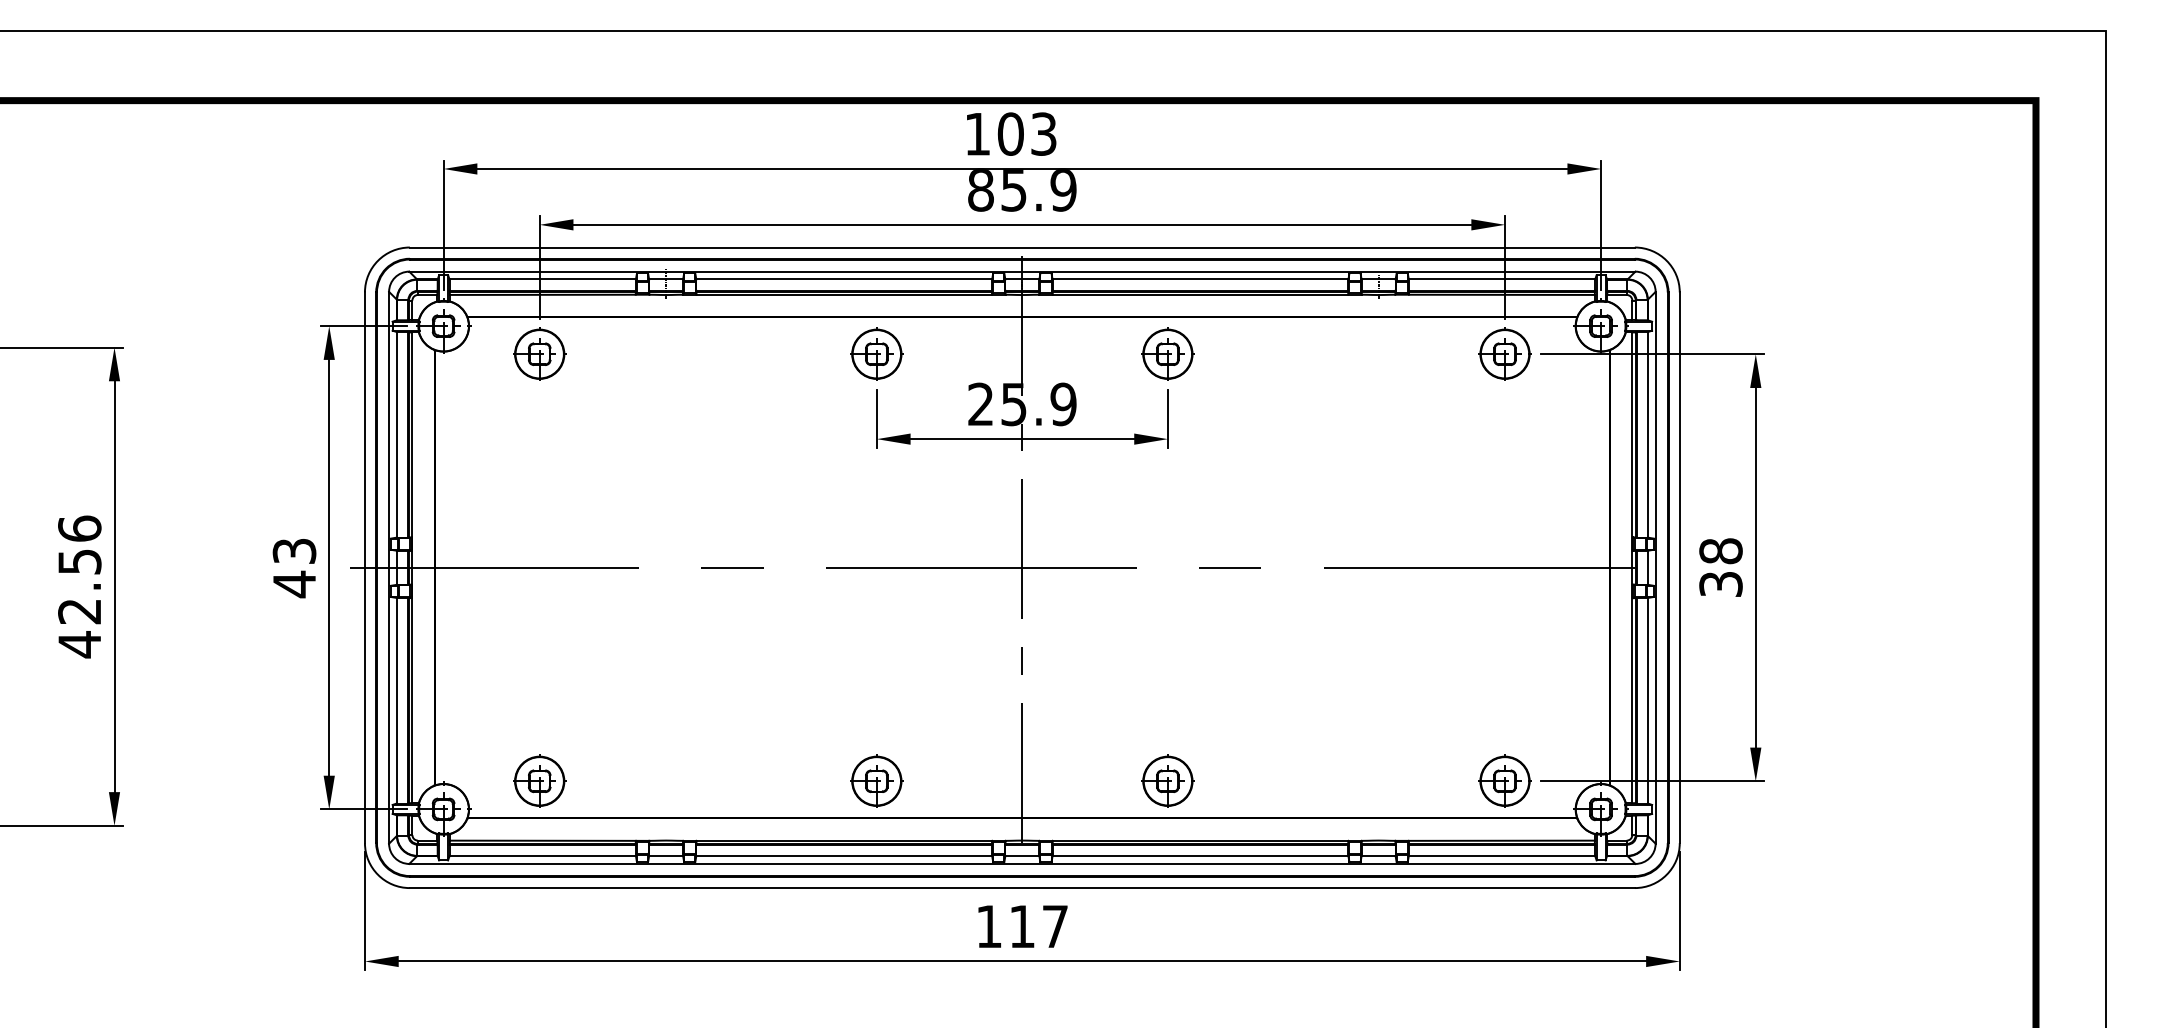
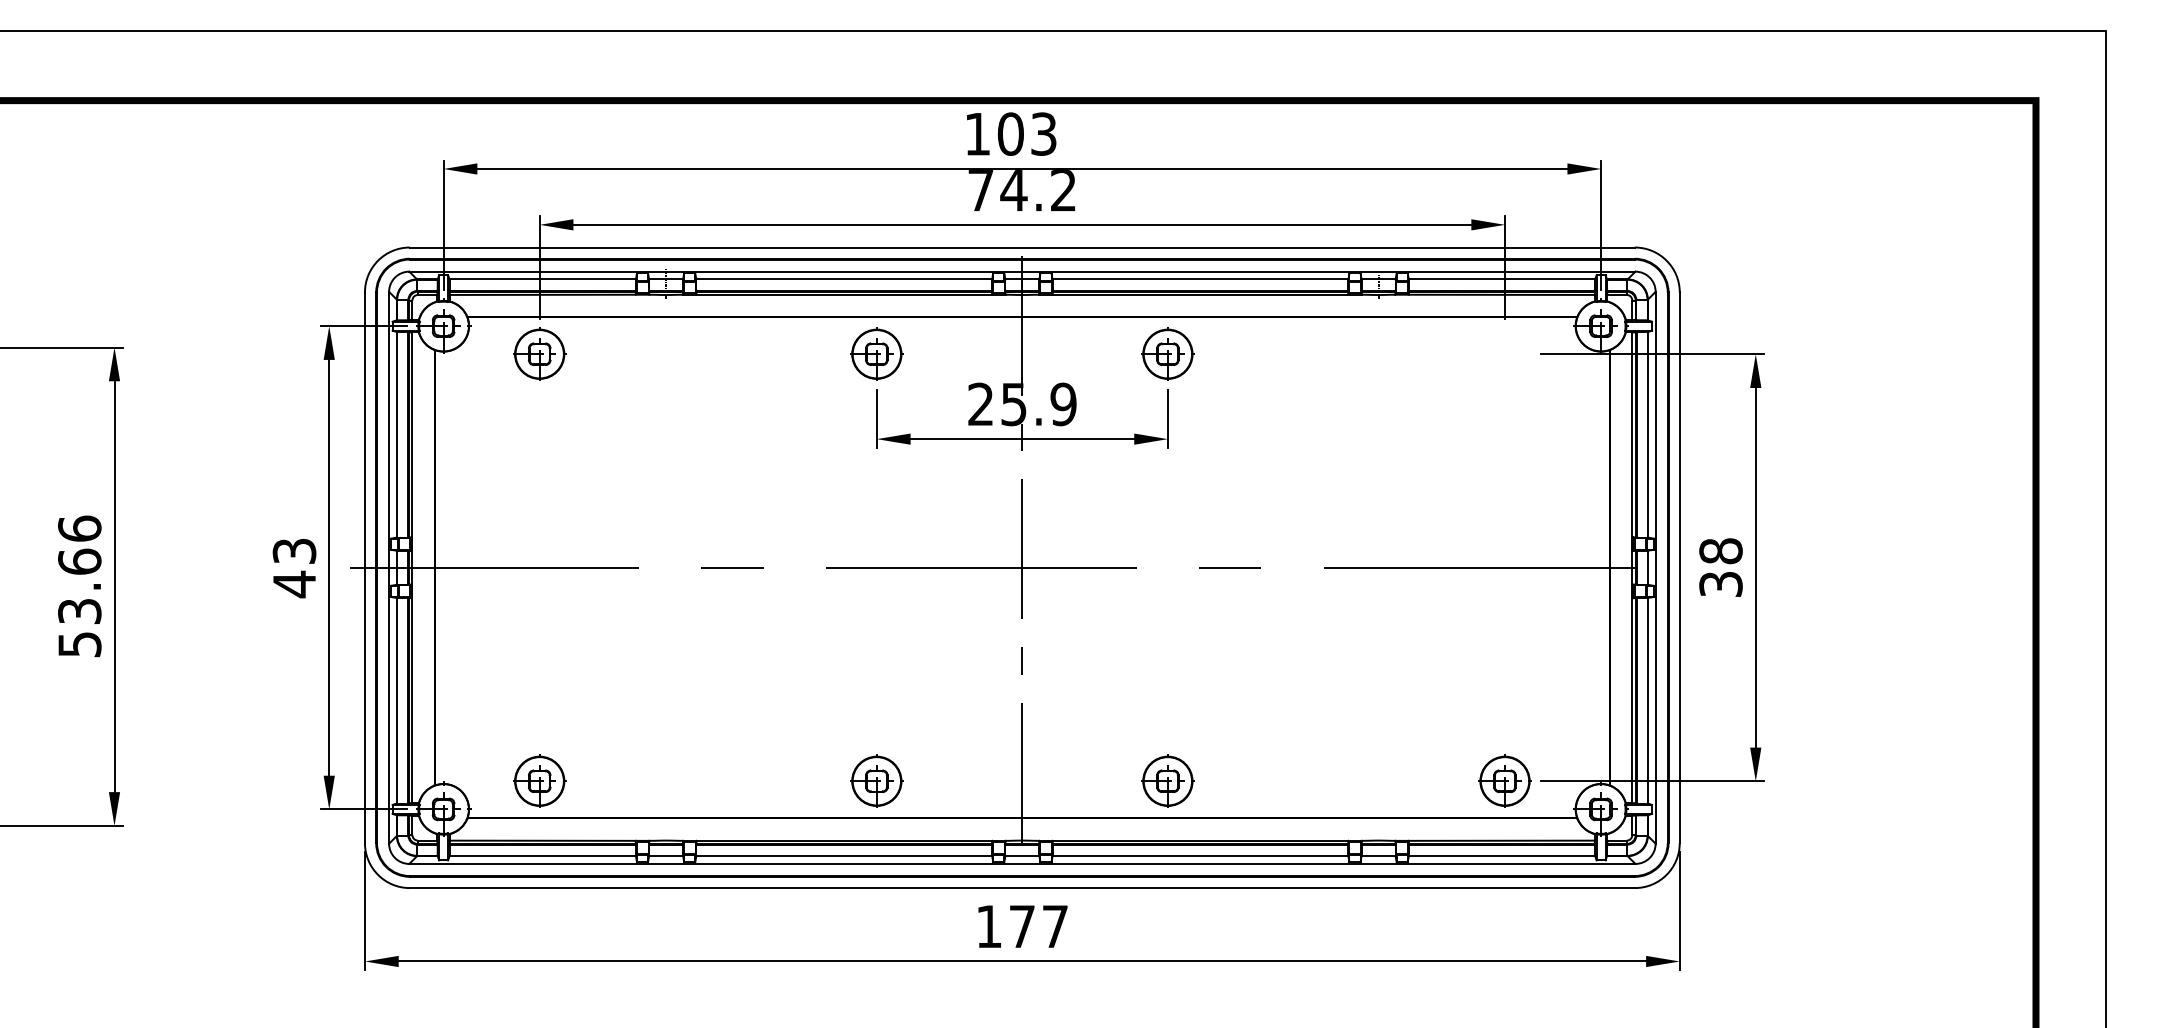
text at (1022, 190): 85.9 -> 74.2
part at (1504, 353): present -> none
text at (79, 603): 42.56 -> 53.66
text at (1022, 926): 117 -> 177
